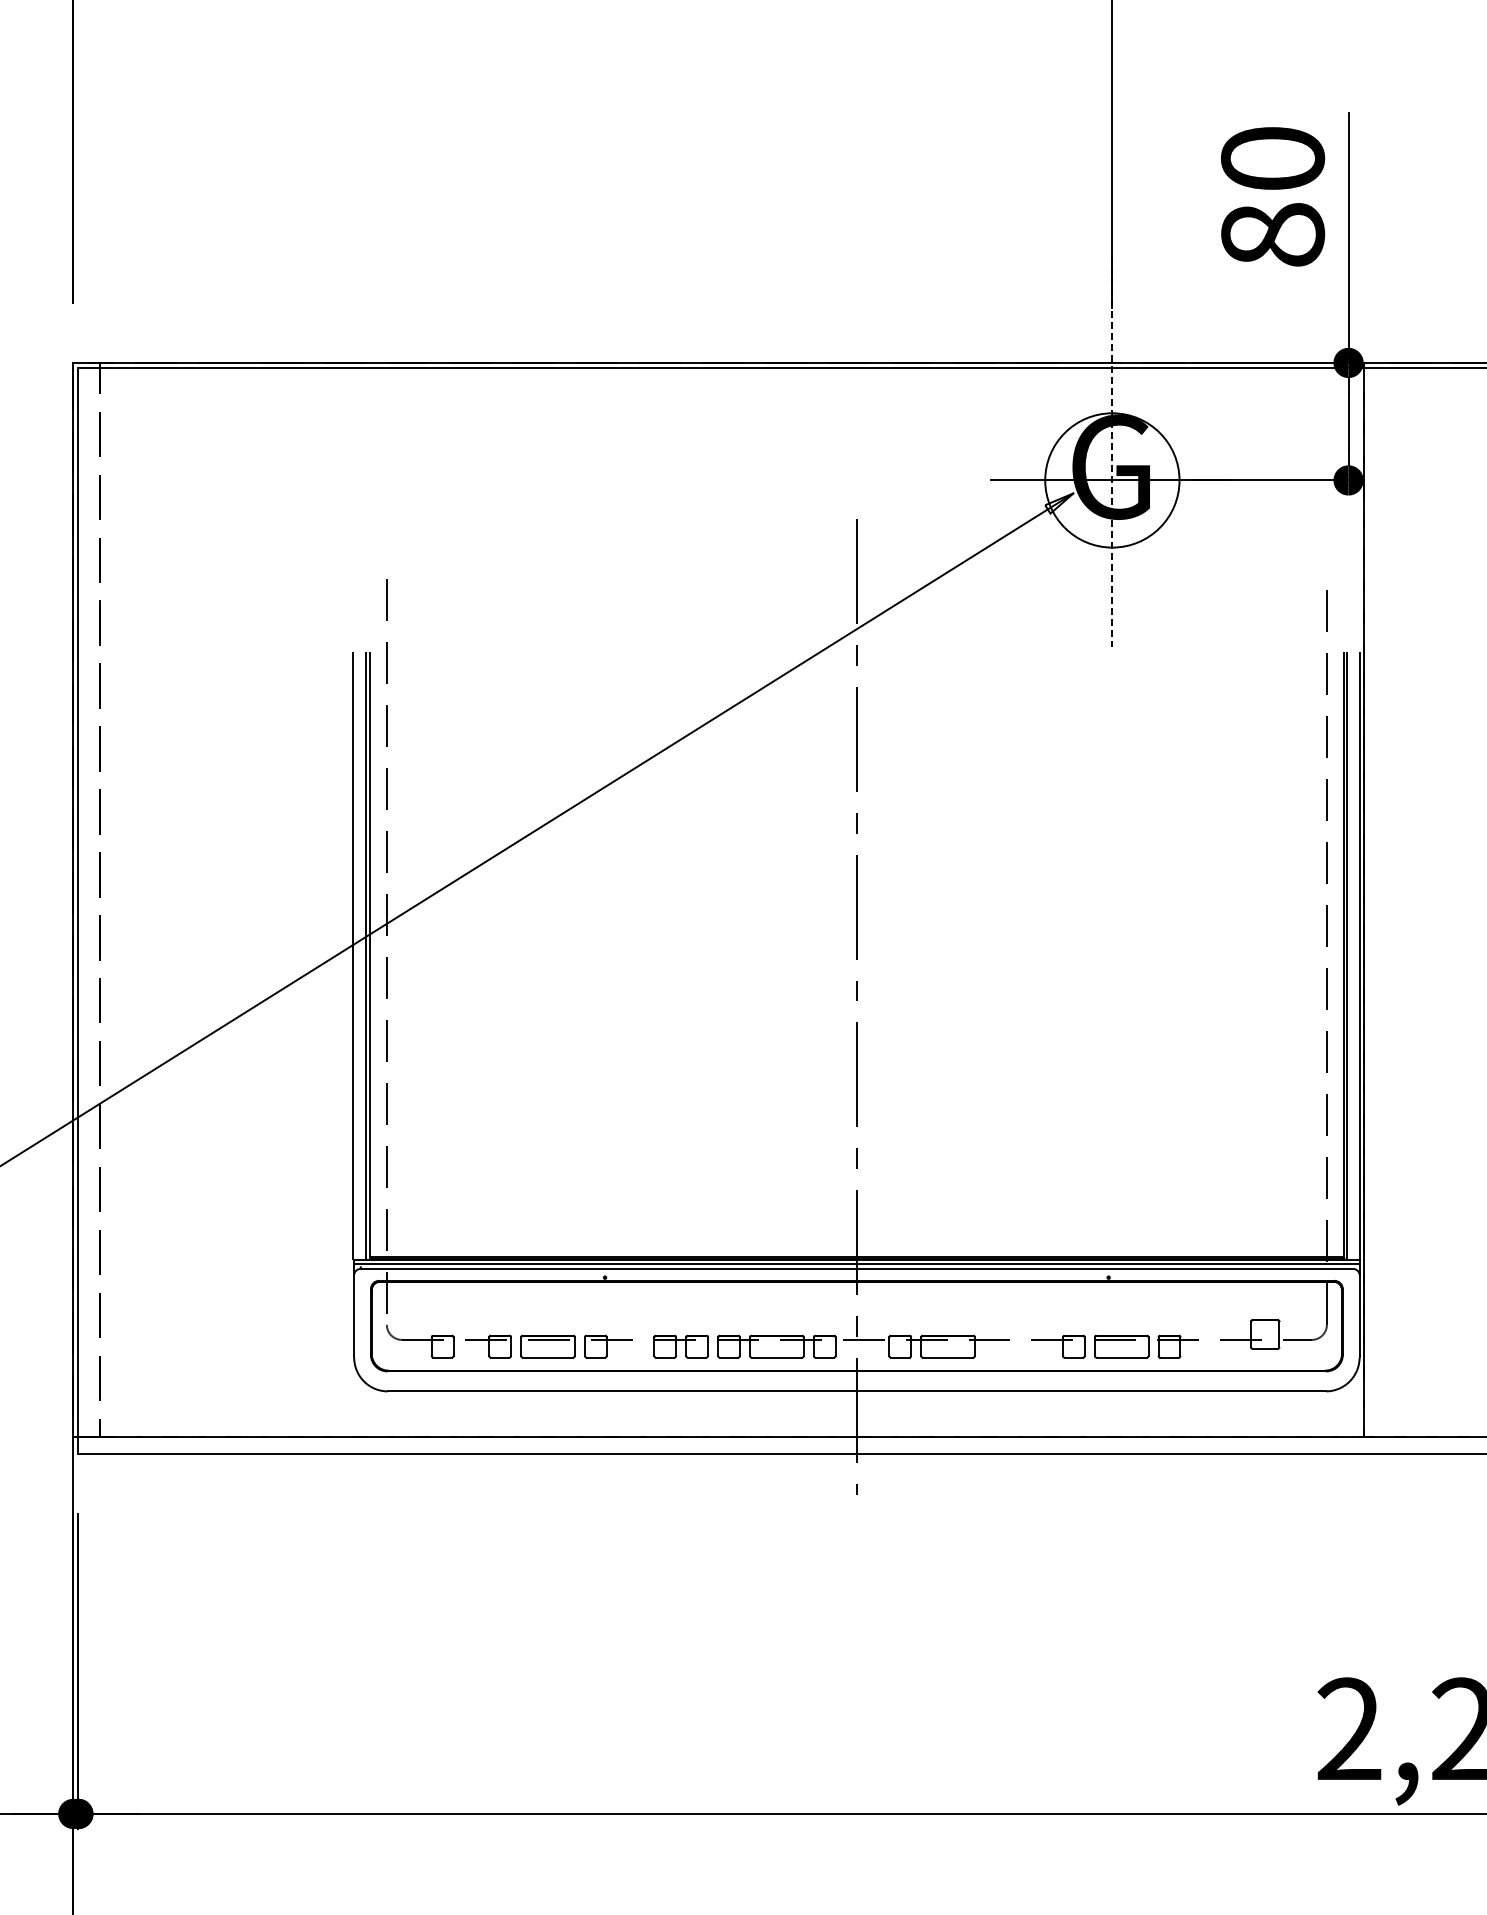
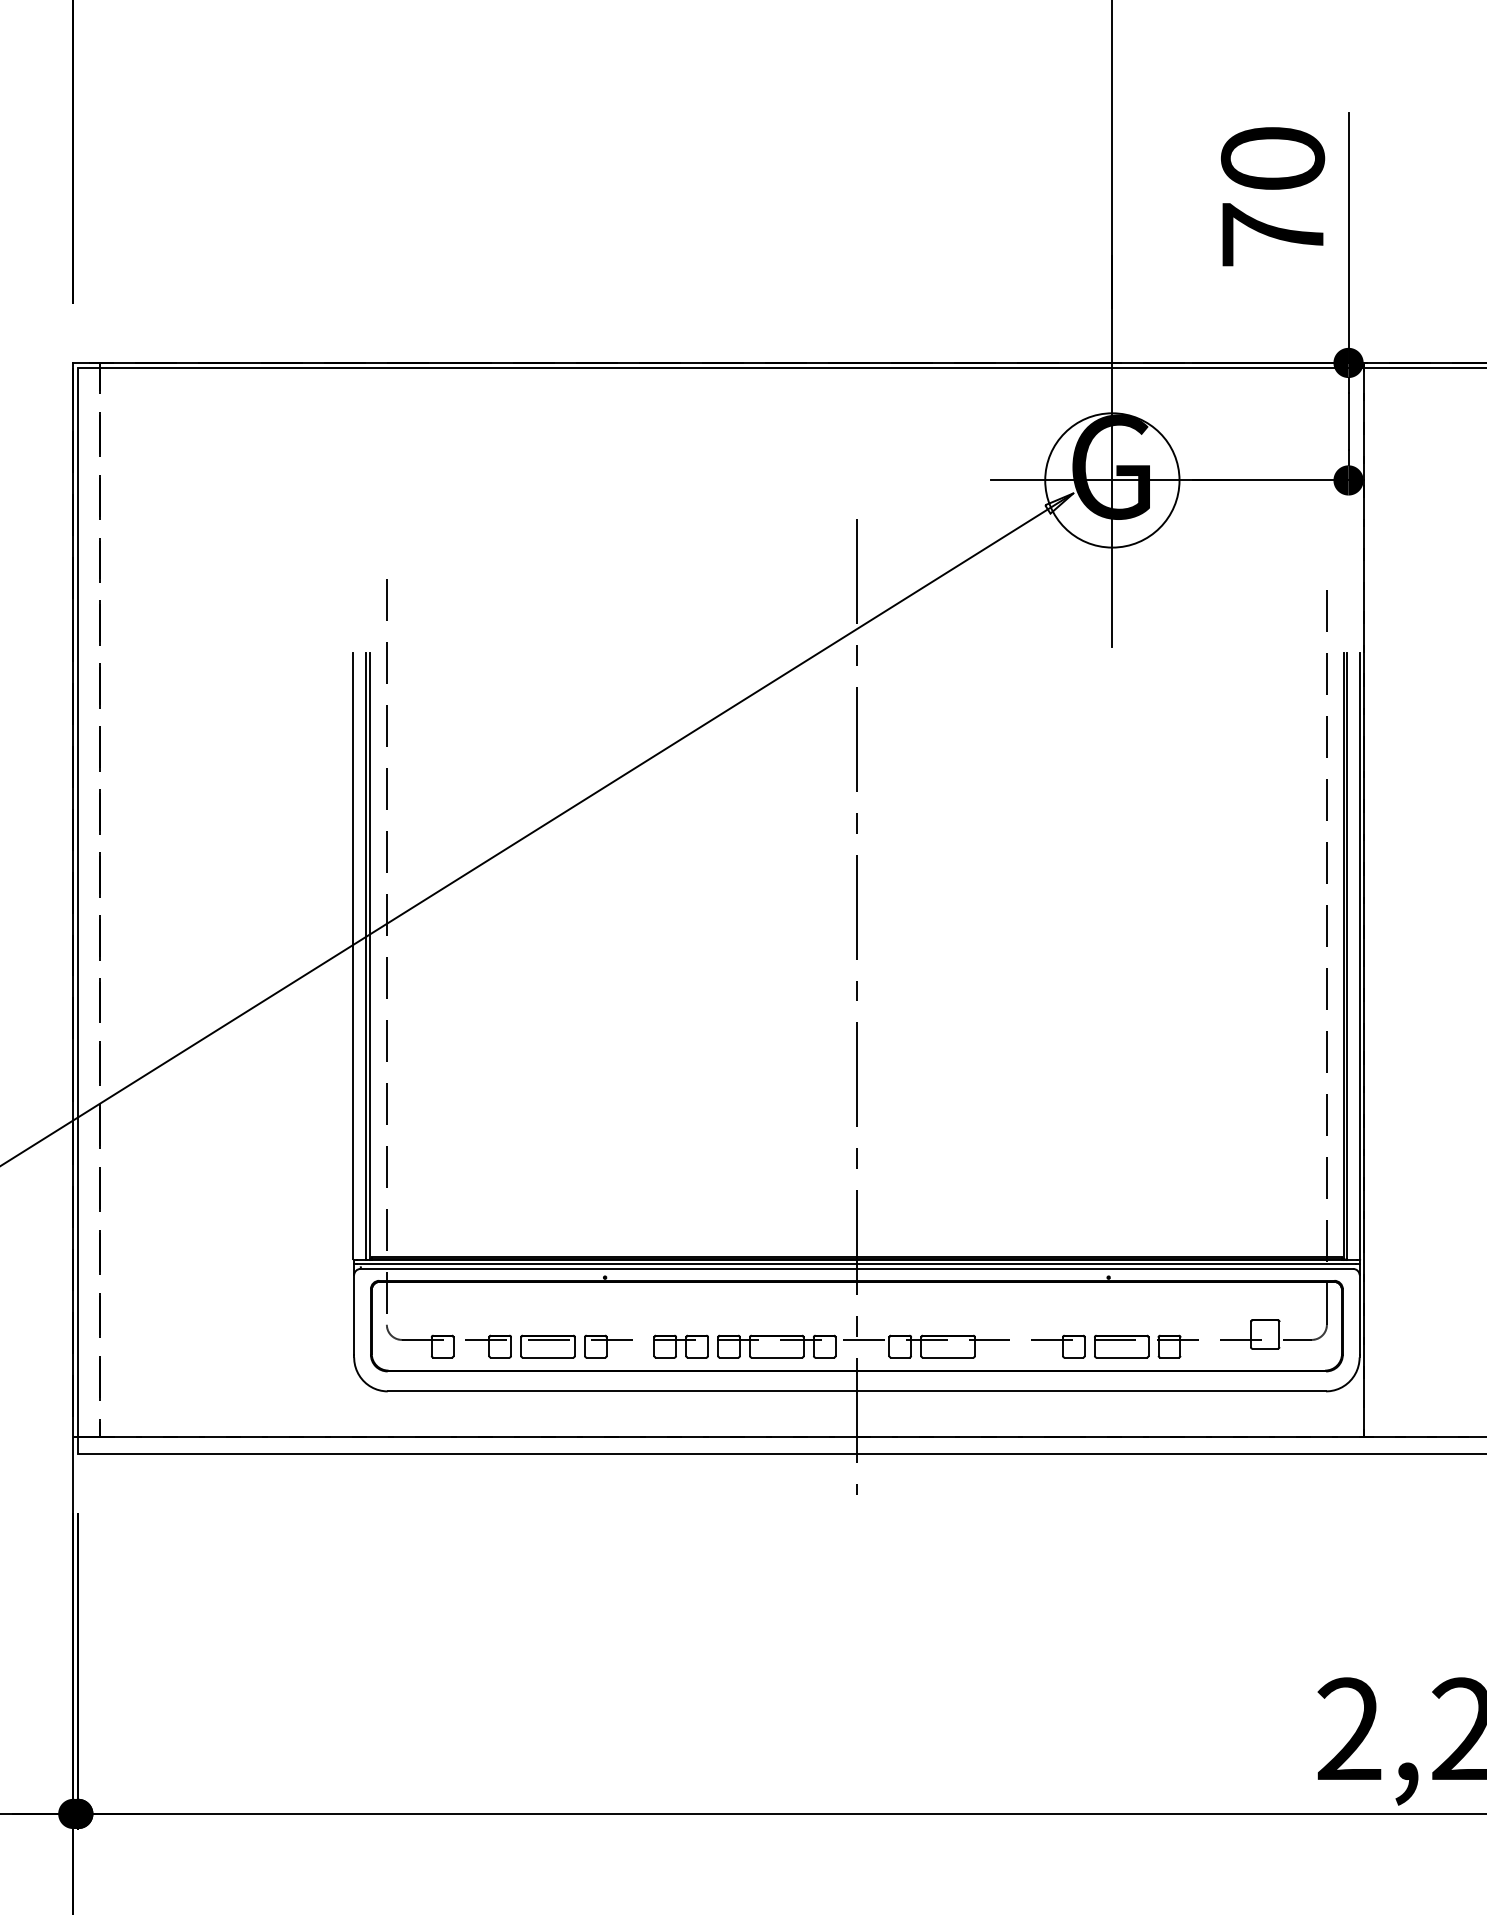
text at (1273, 234): 80 -> 70
line at (1112, 451): dashed -> solid
